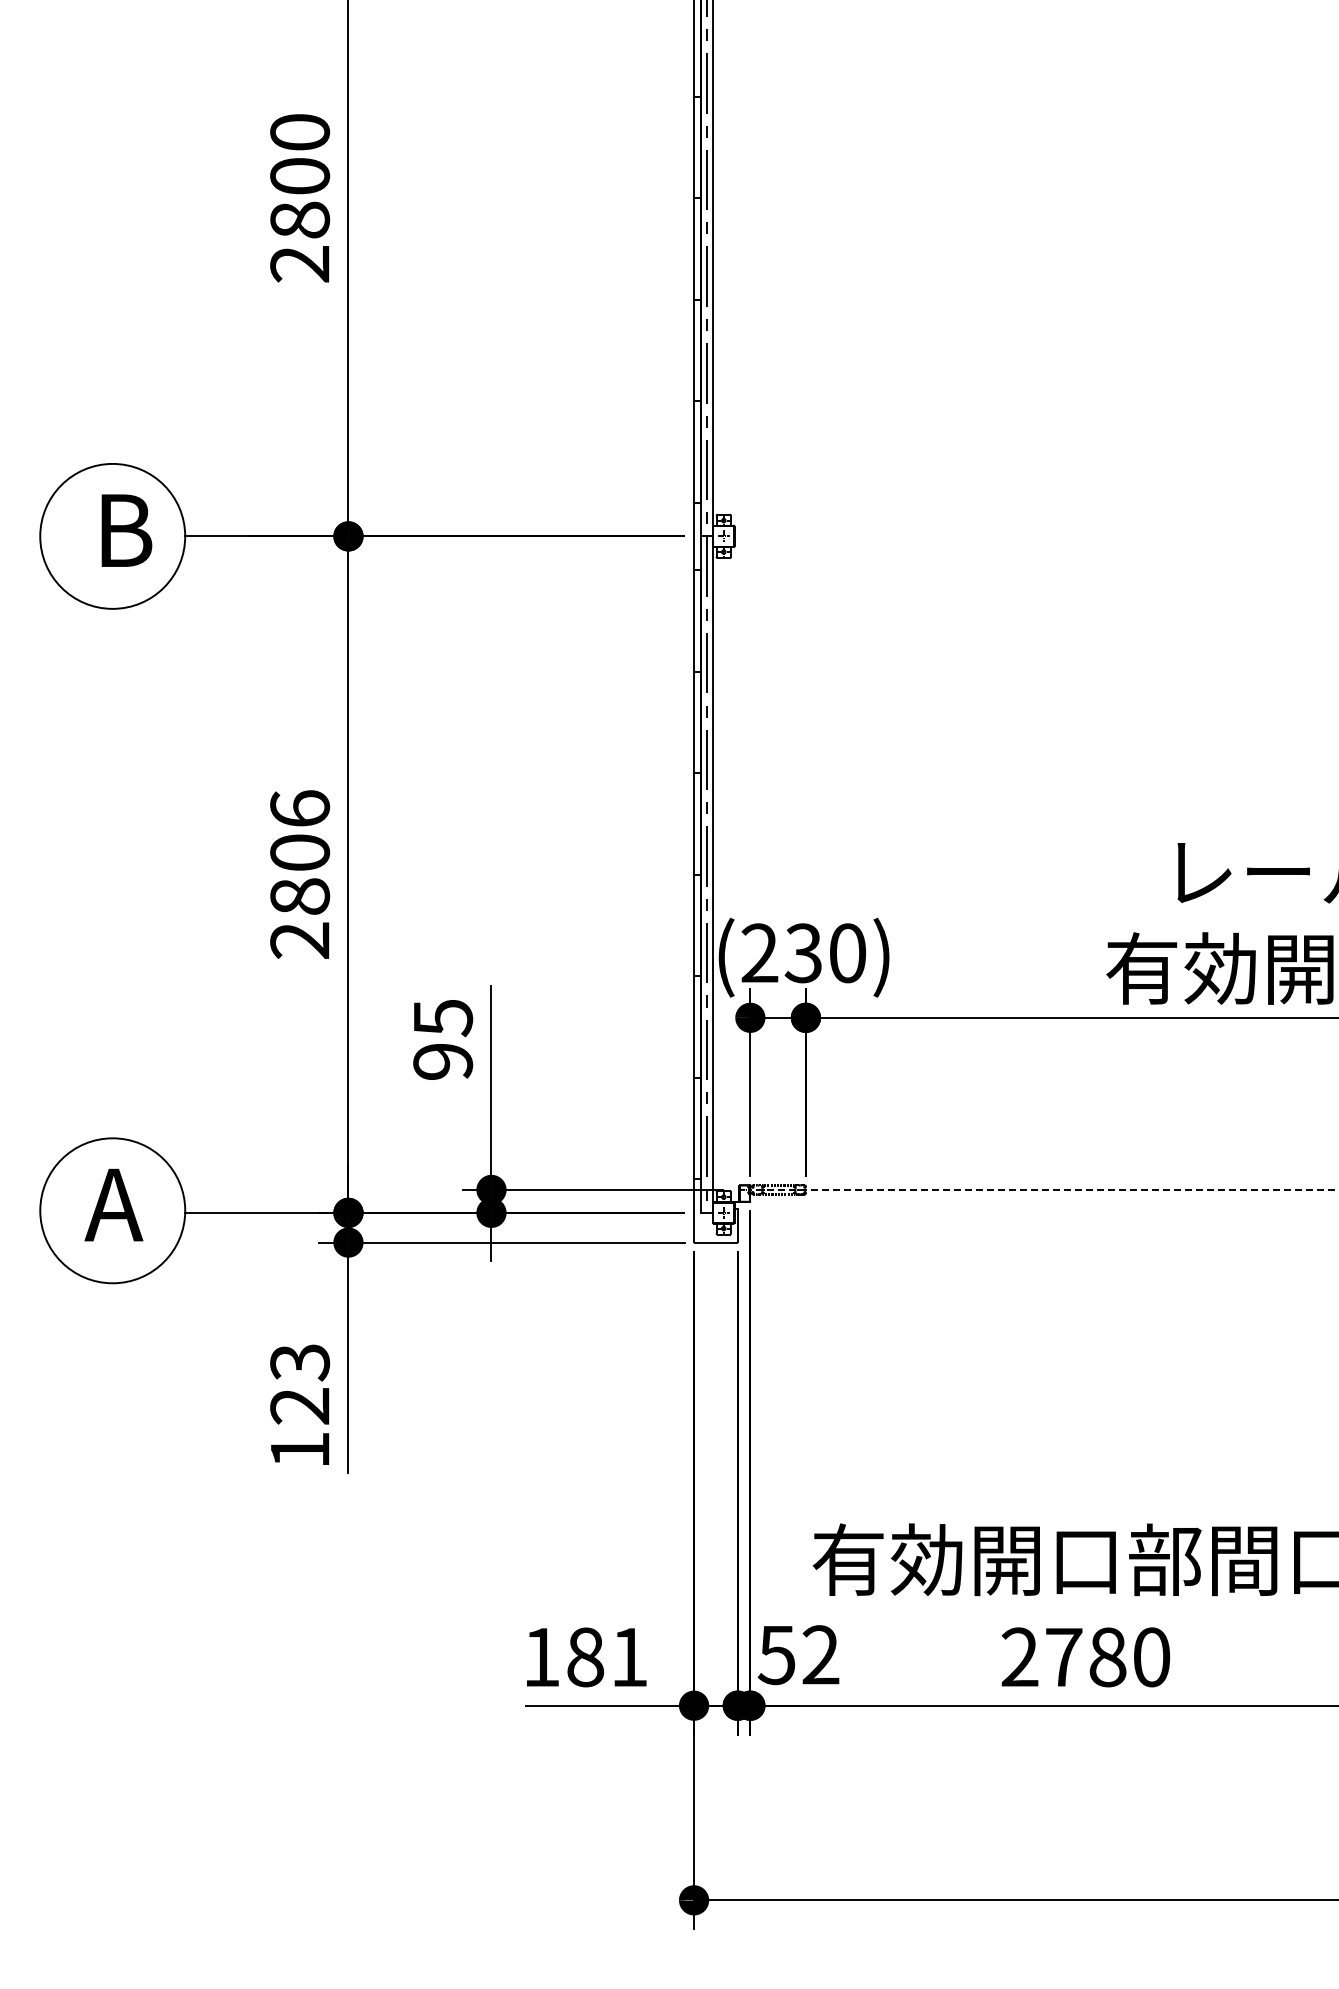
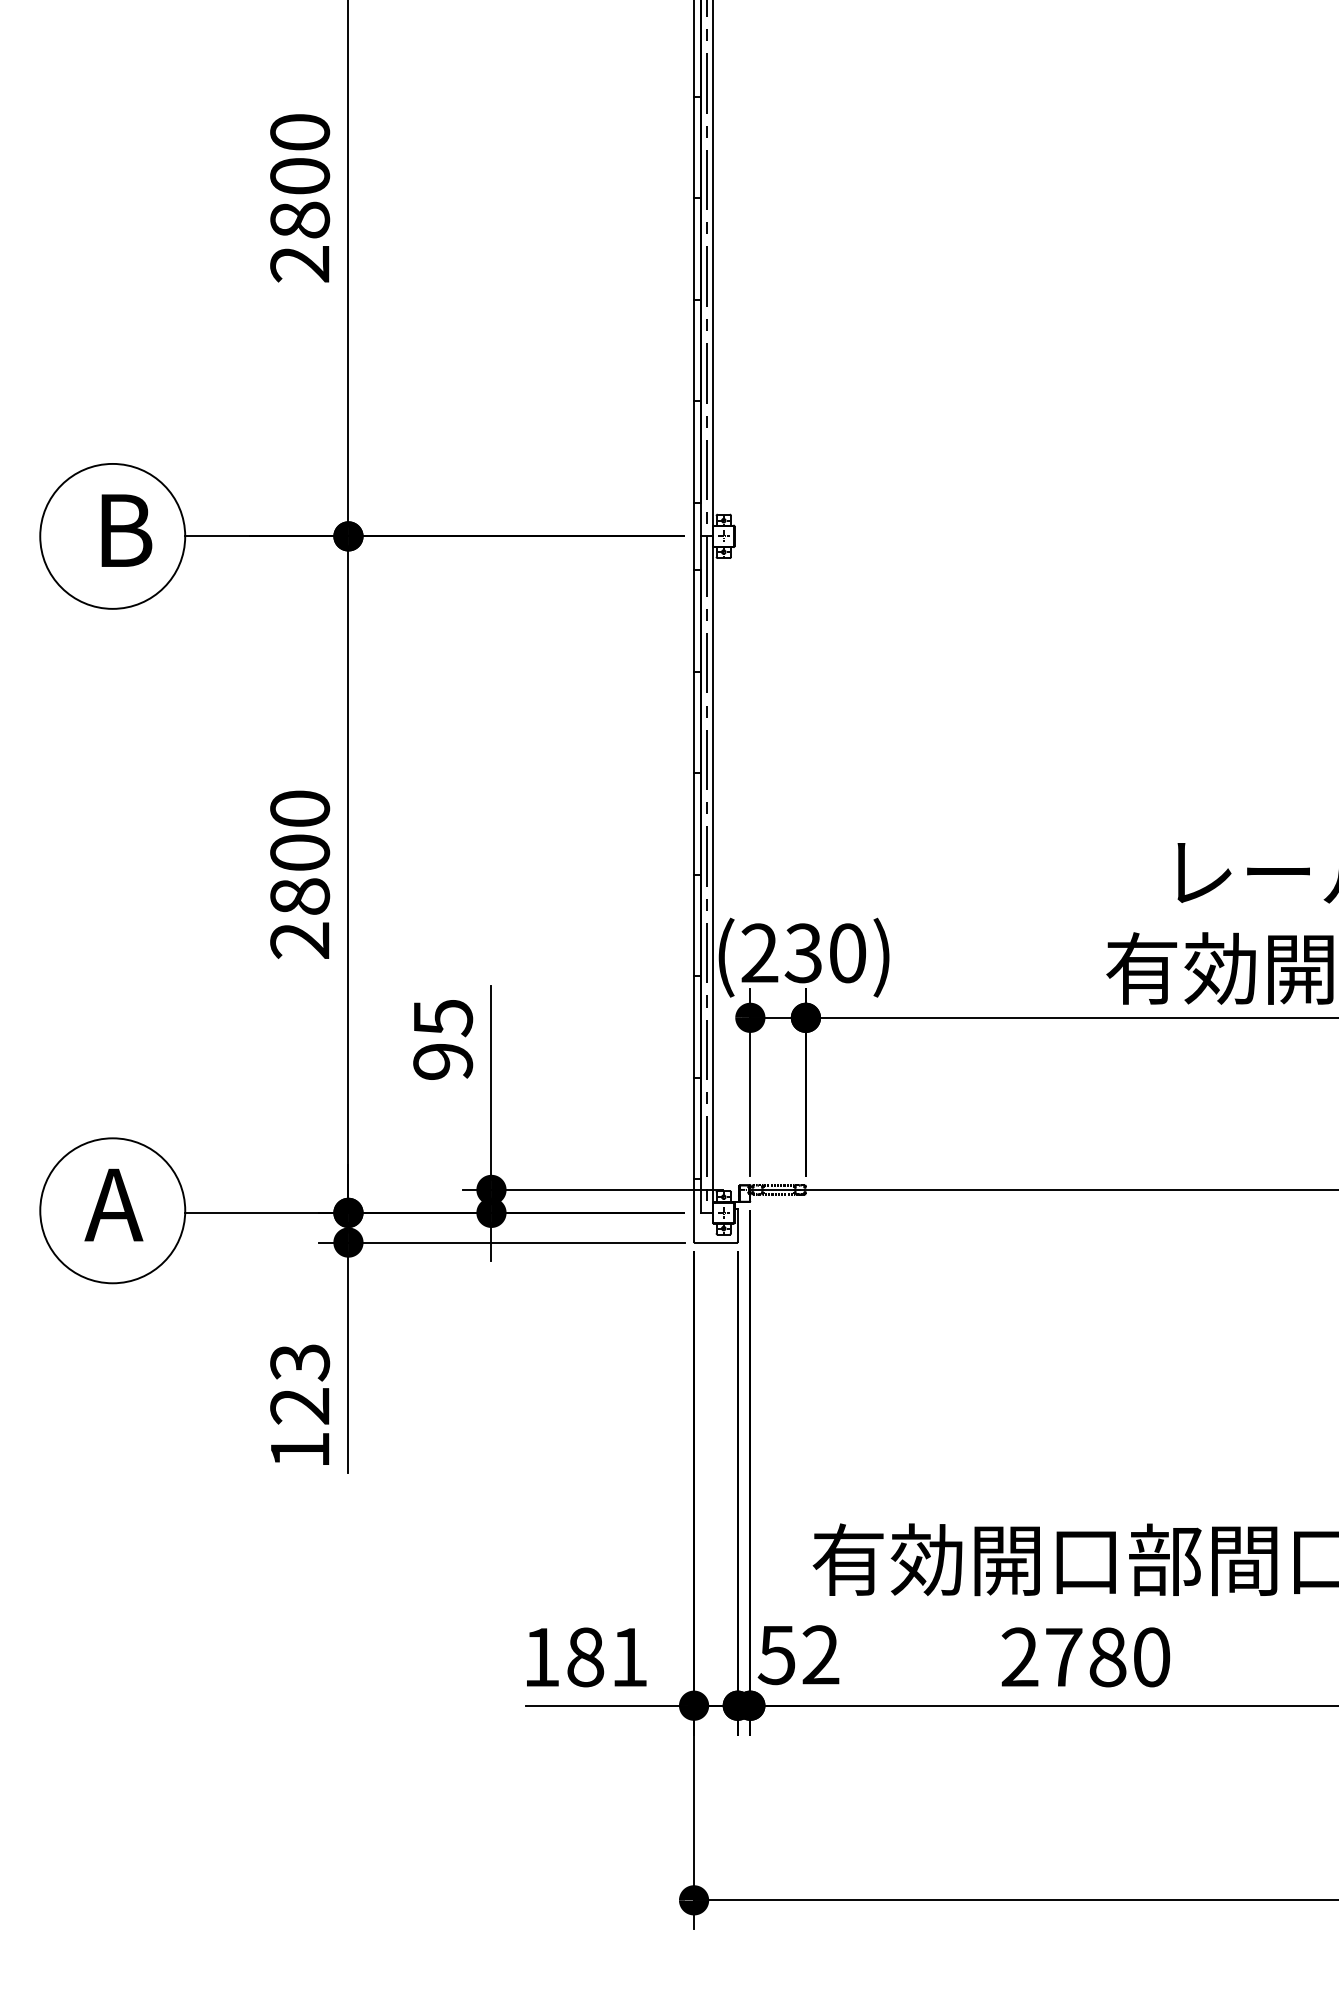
text at (300, 808): 2806 -> 2800
line at (1044, 1189): dashed -> solid
